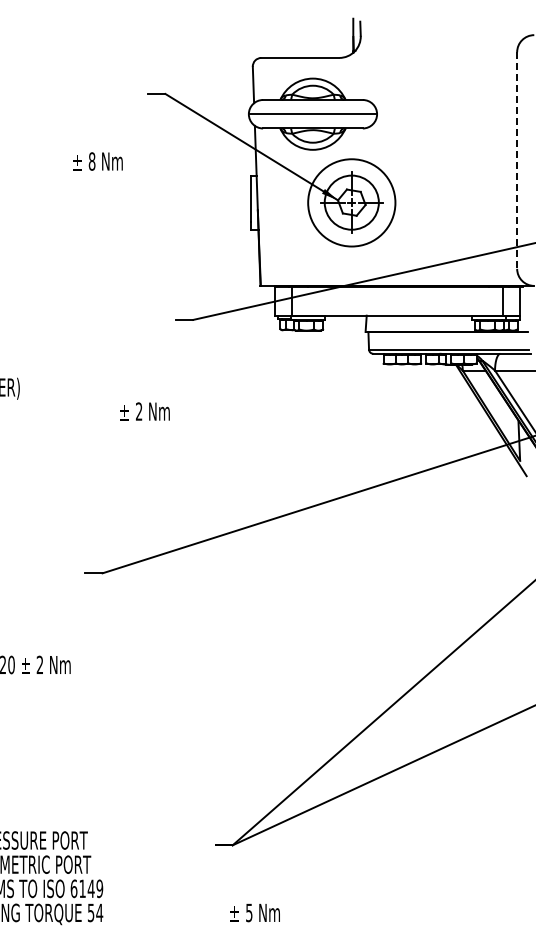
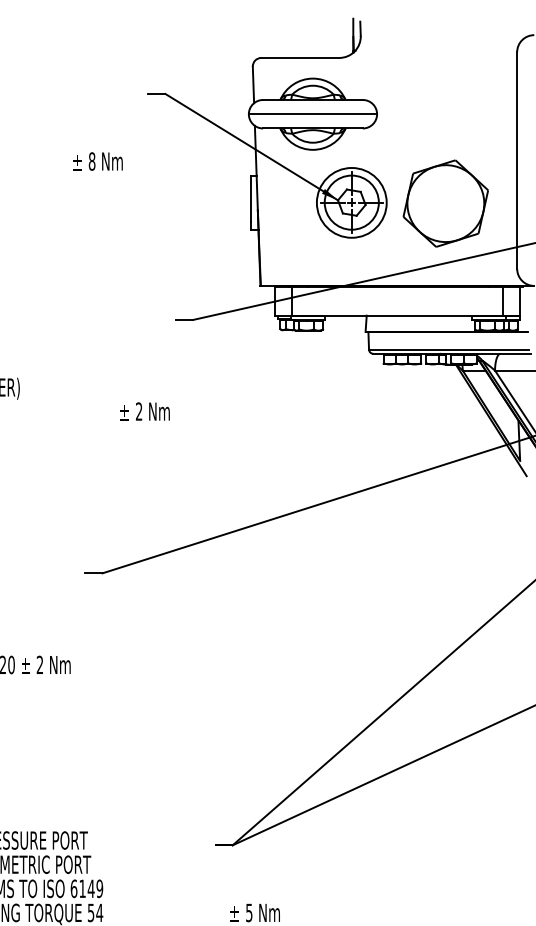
line at (517, 161): dashed -> solid
circle at (351, 202) diameter: 87 px -> 70 px
part at (445, 203): none -> present
